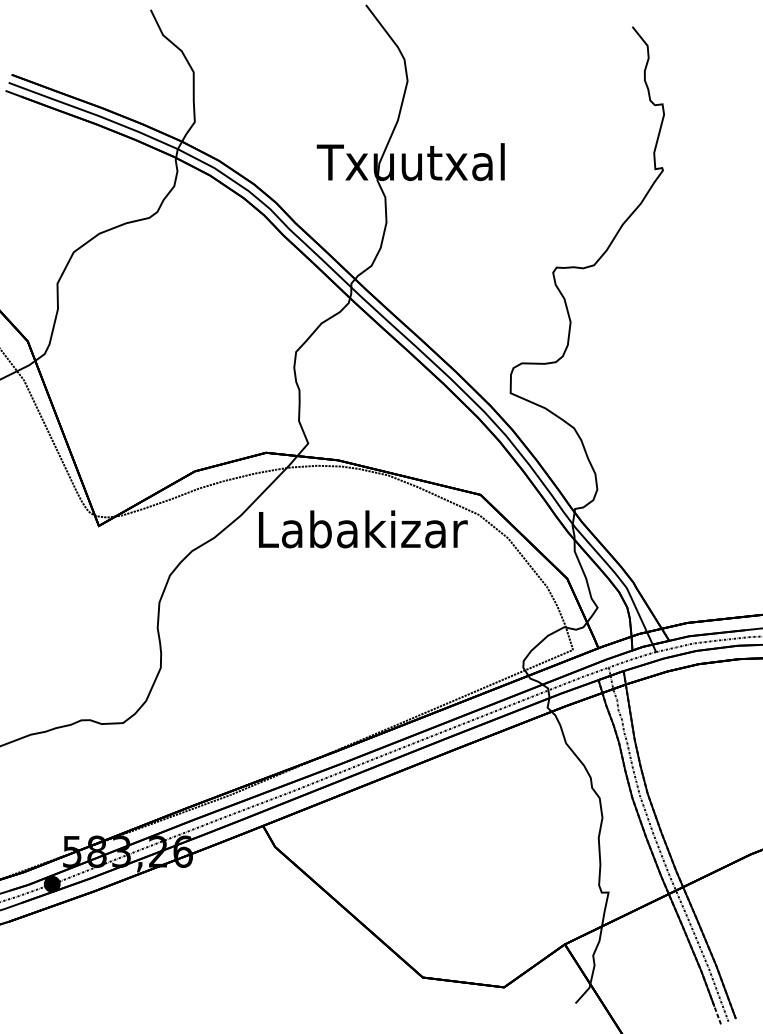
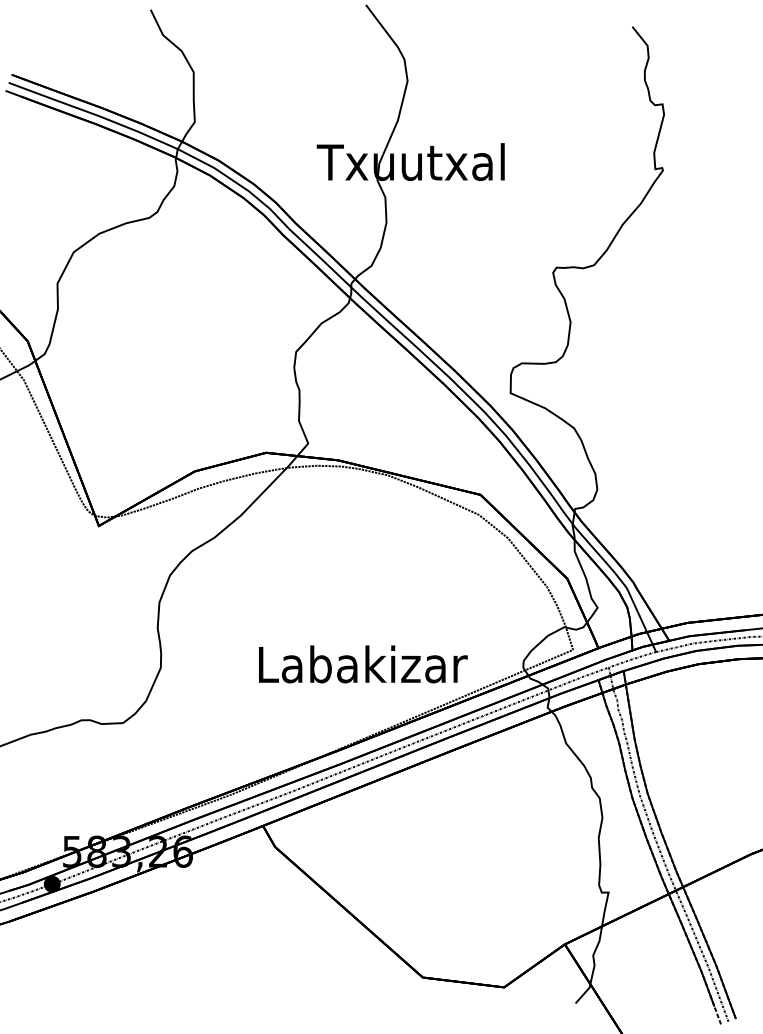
text at (363, 529) position: (363, 529) -> (363, 664)
